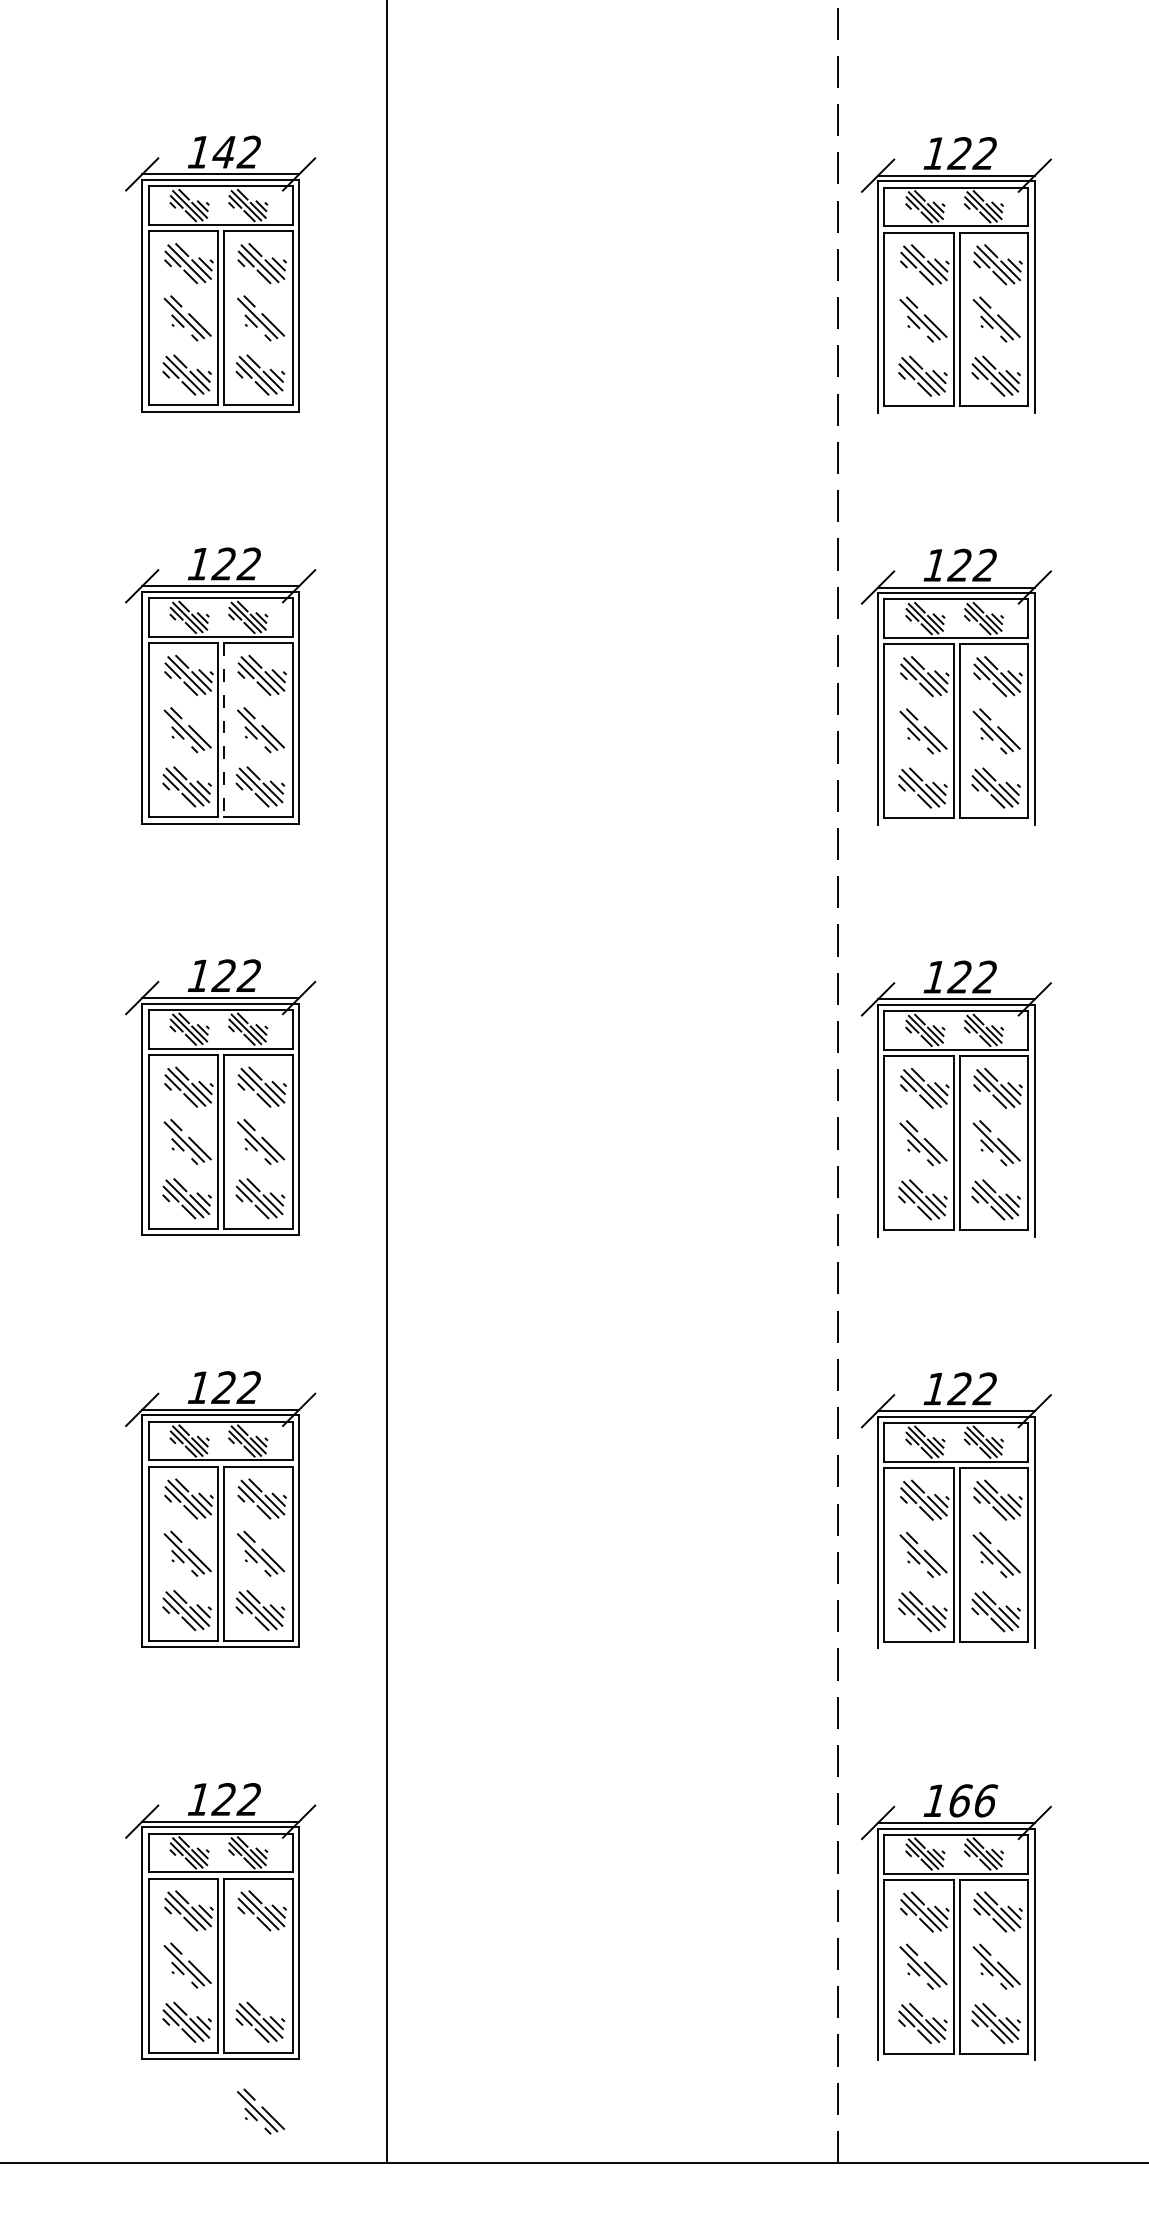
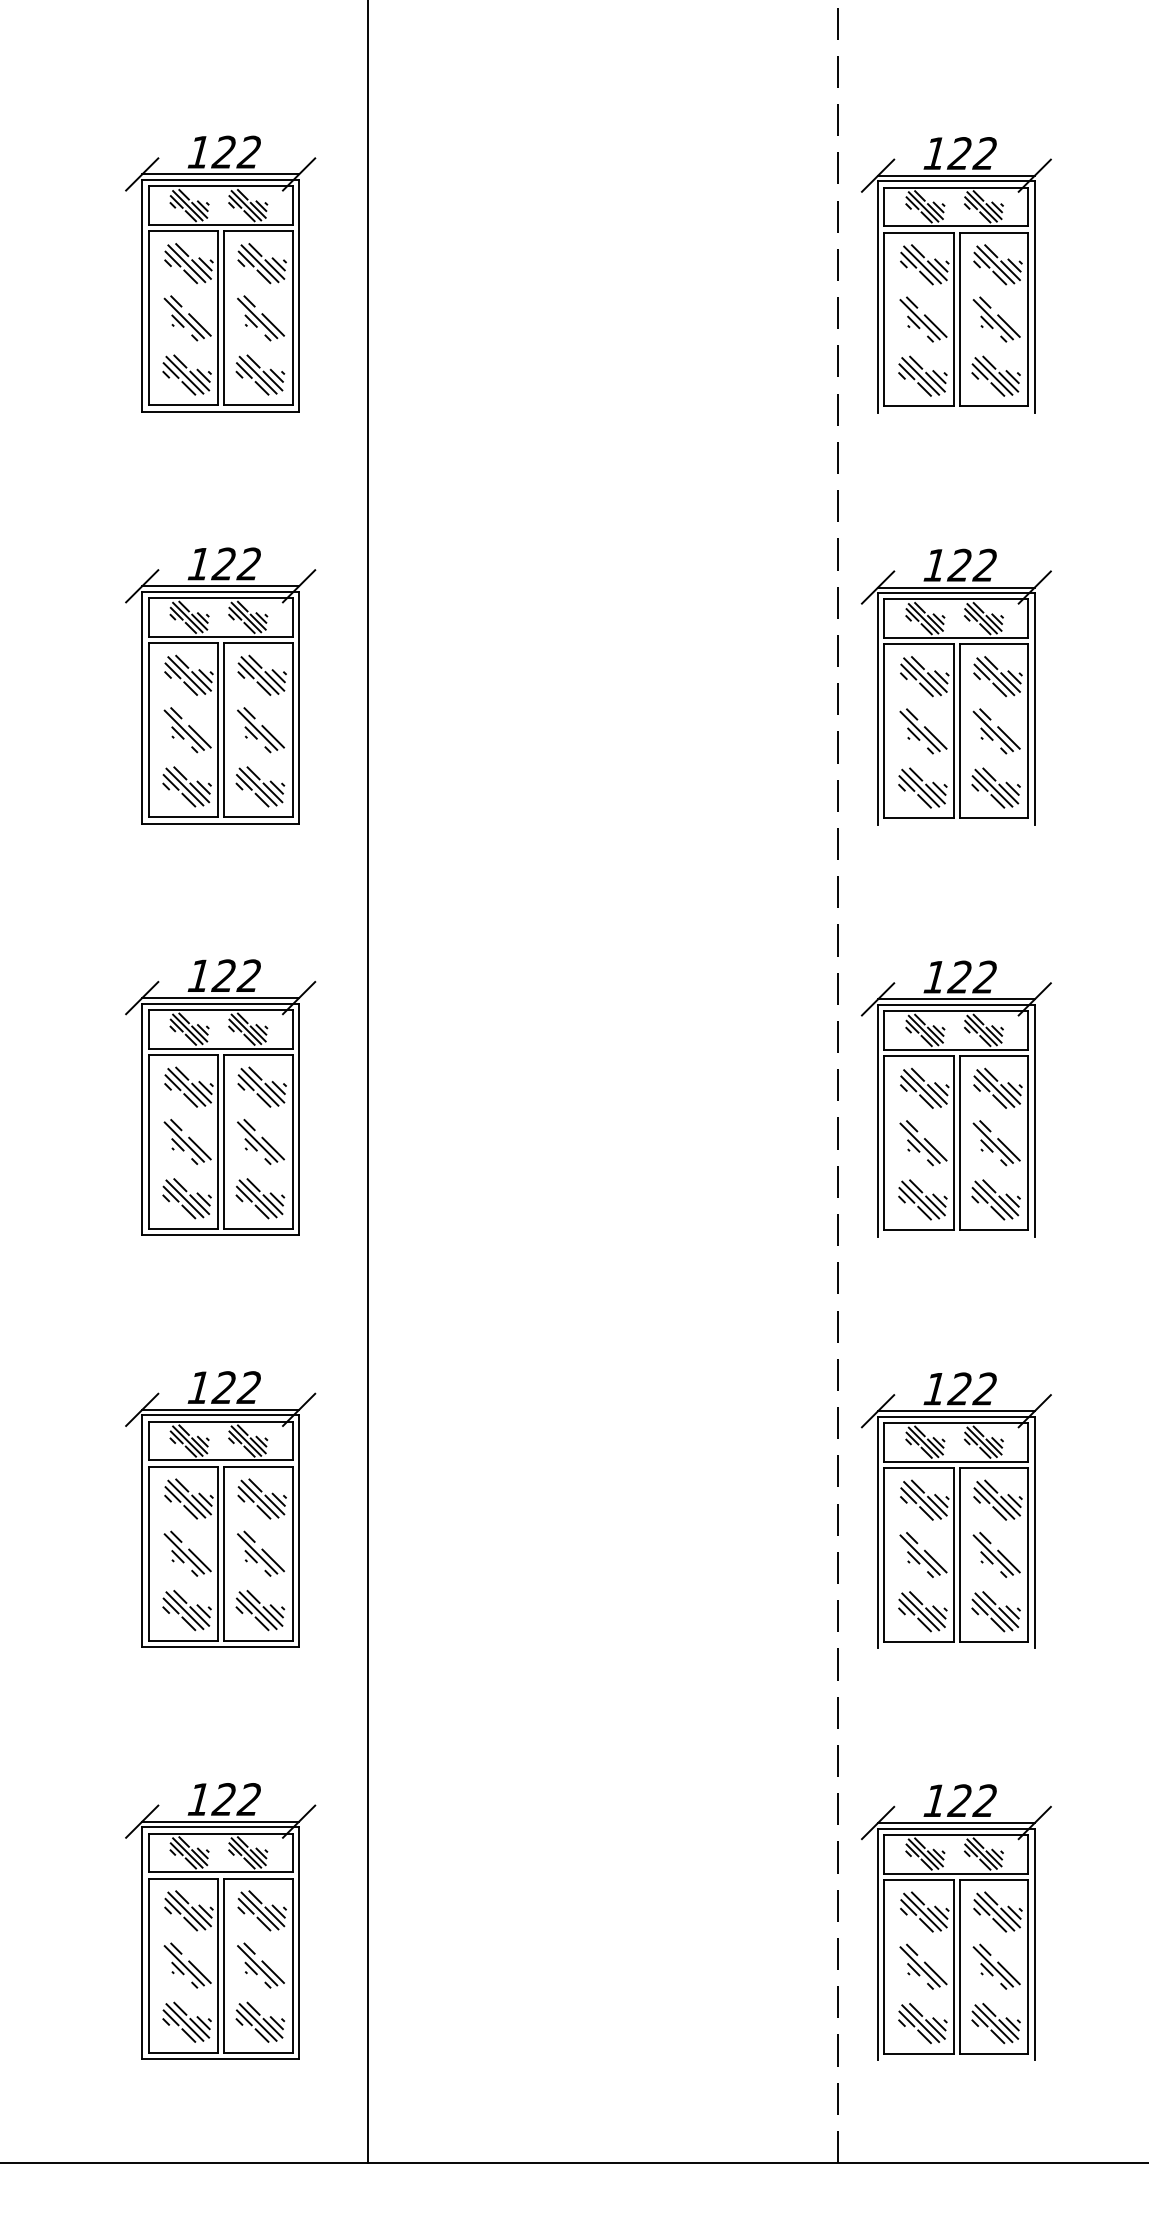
text at (223, 151): 142 -> 122
line at (224, 730): dashed -> solid
line at (386, 1082) position: (386, 1082) -> (367, 1082)
text at (972, 1800): 166 -> 122
part at (260, 2111) position: (260, 2111) -> (260, 1965)
